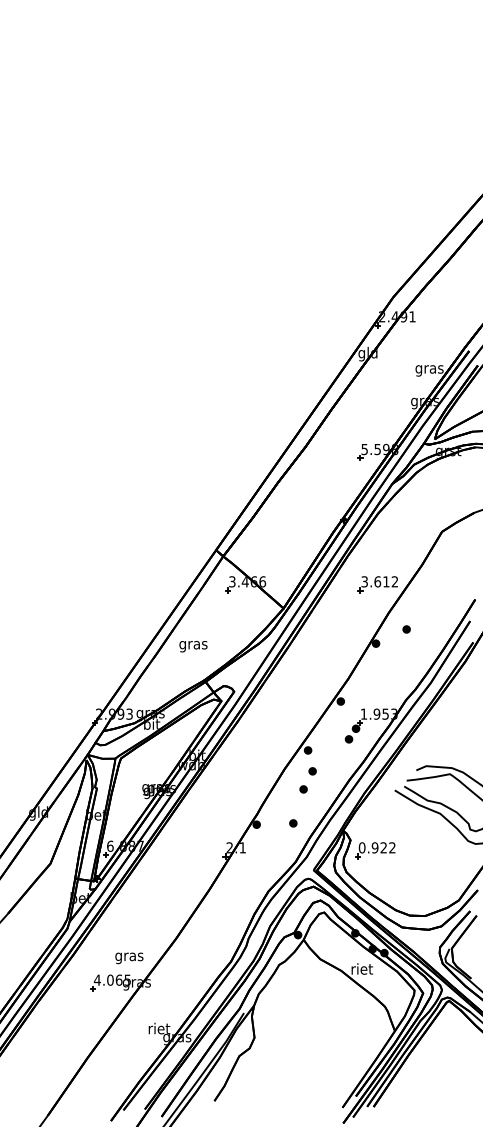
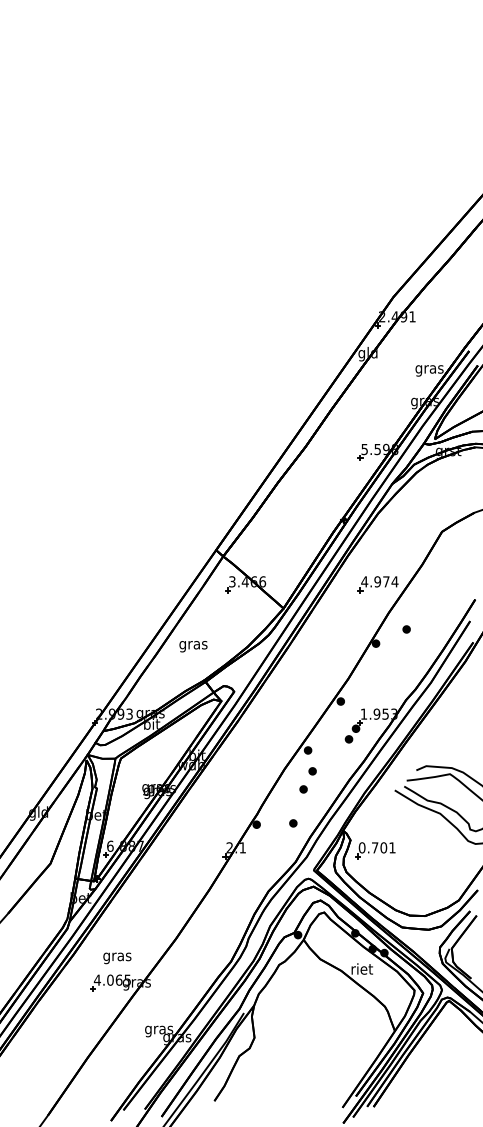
text at (379, 581): 3.612 -> 4.974
text at (383, 847): 0.922 -> 0.701
text at (129, 958) position: (129, 958) -> (117, 958)
text at (159, 1029): riet -> gras
